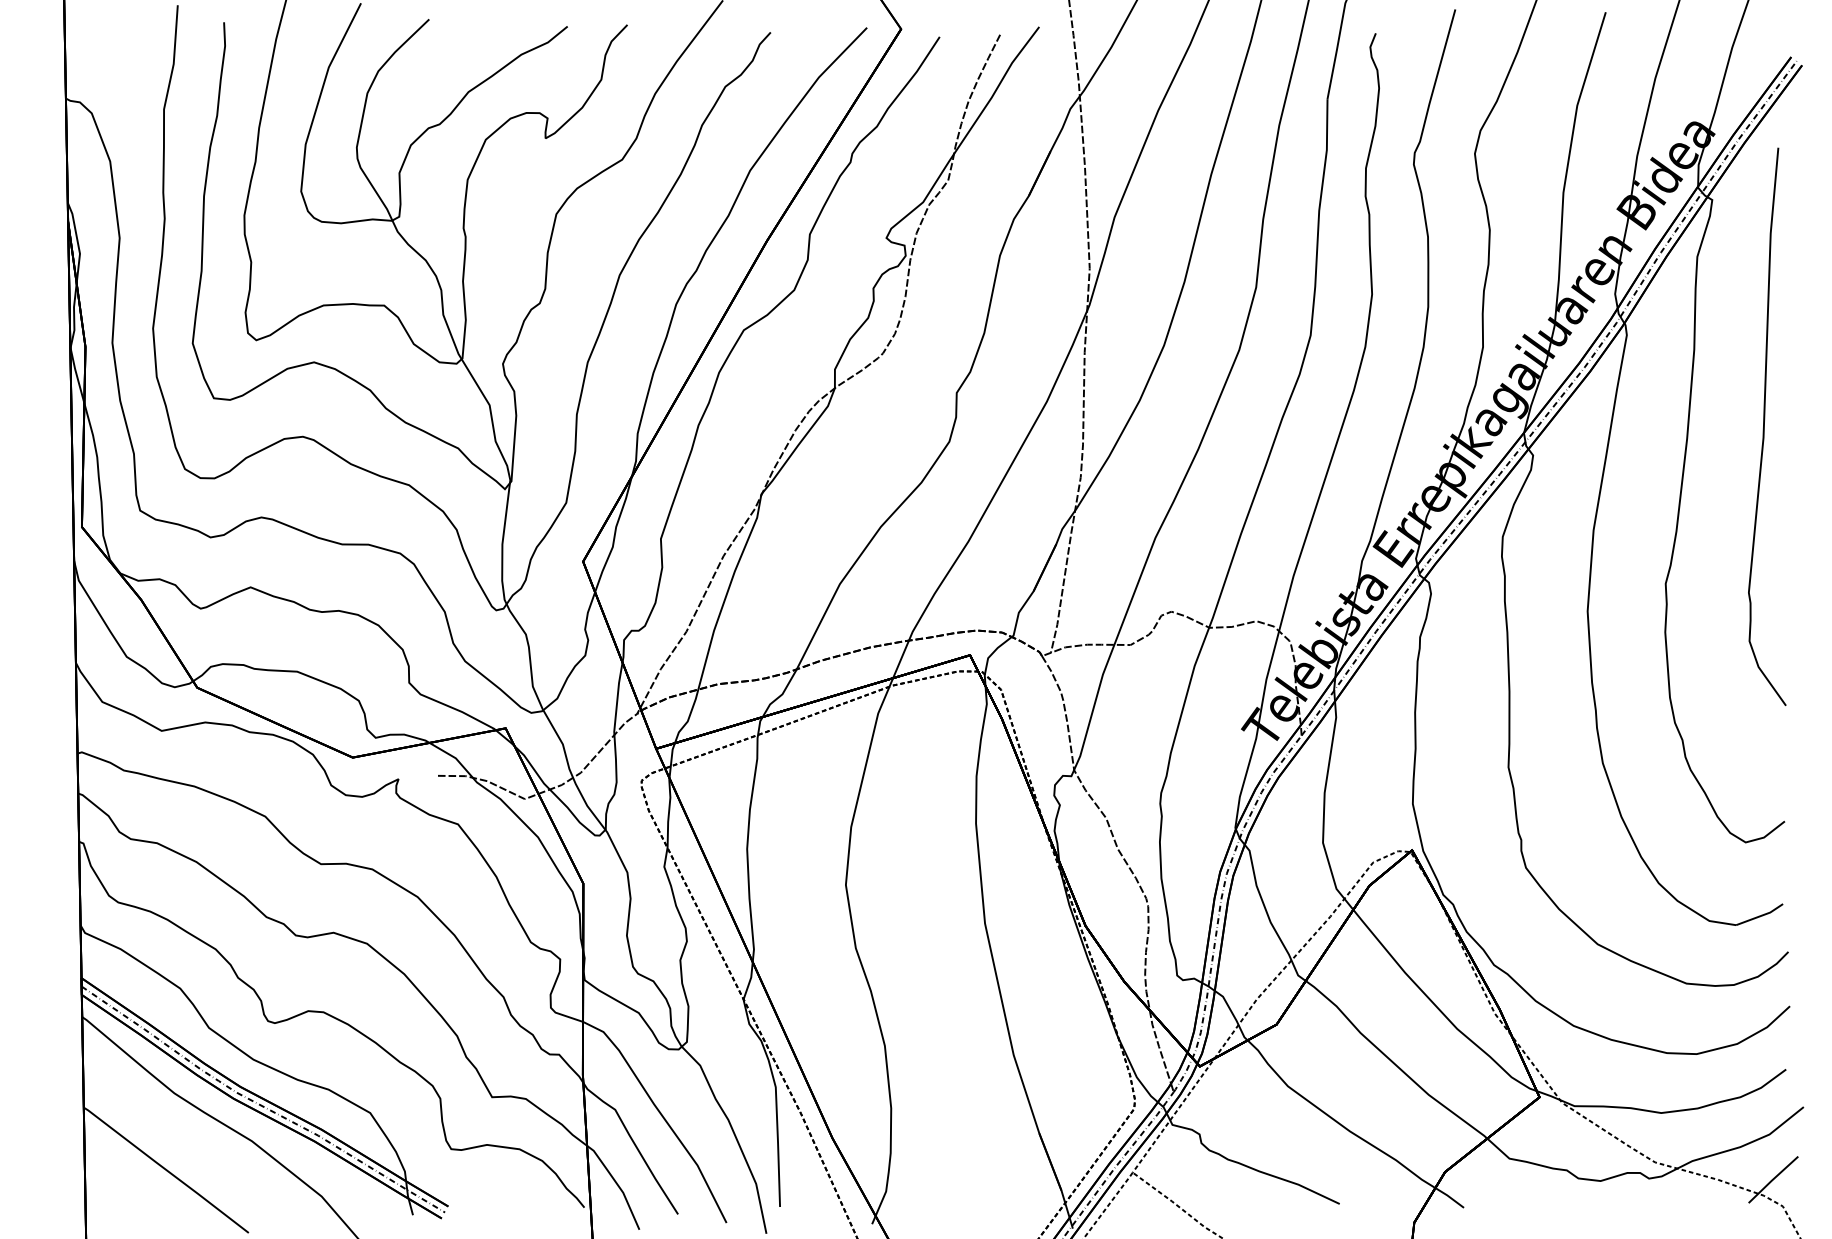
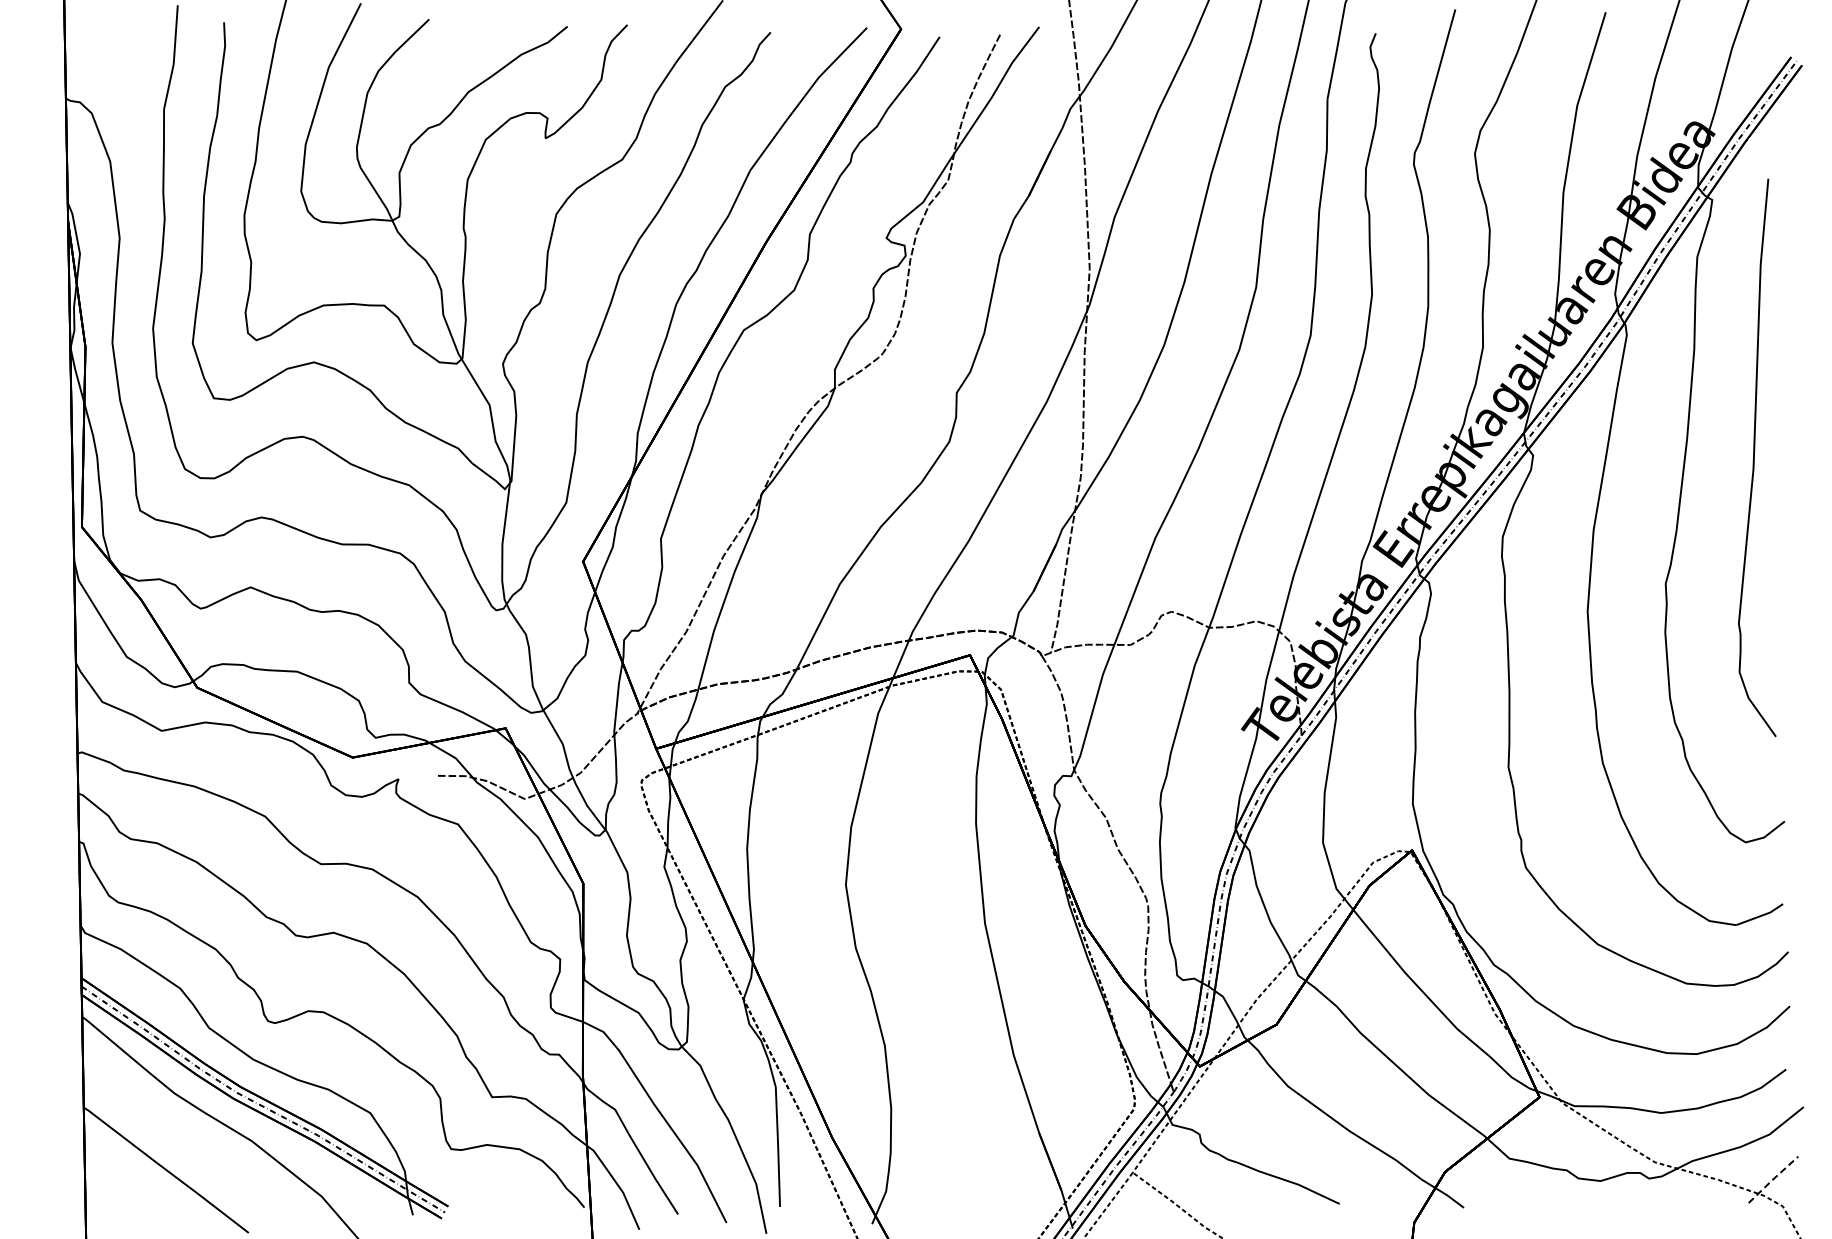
curve at (1764, 426) position: (1764, 426) -> (1754, 457)
line at (1772, 1179): solid -> dashed
